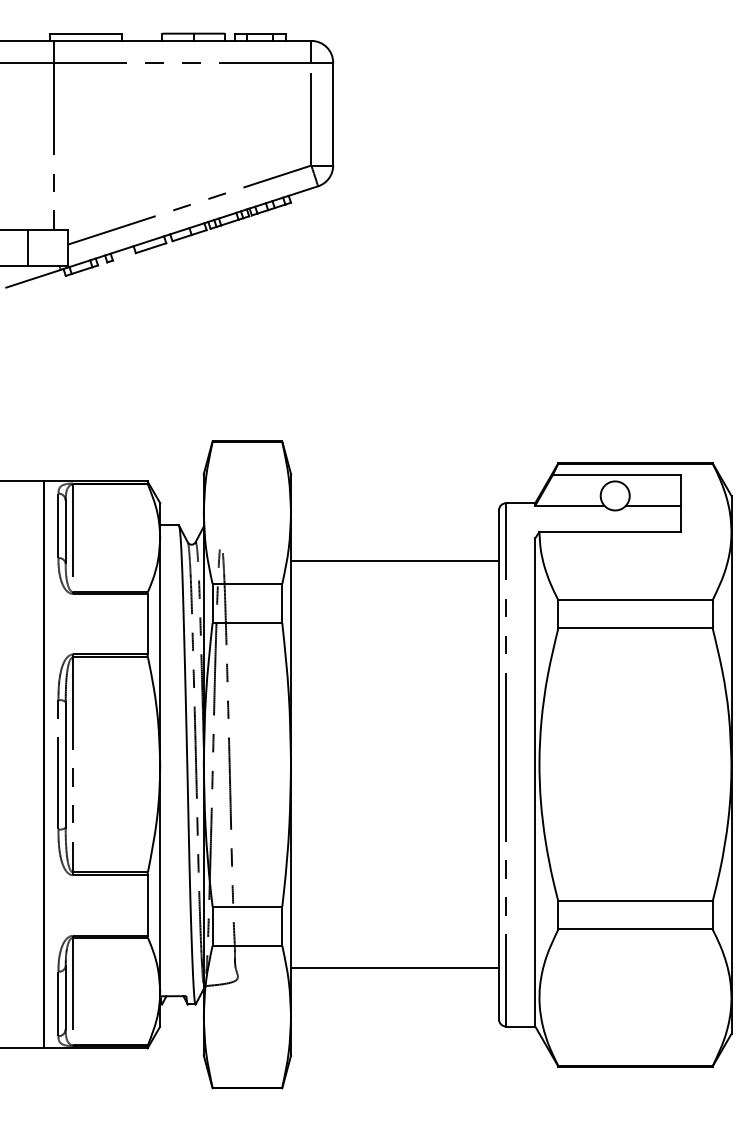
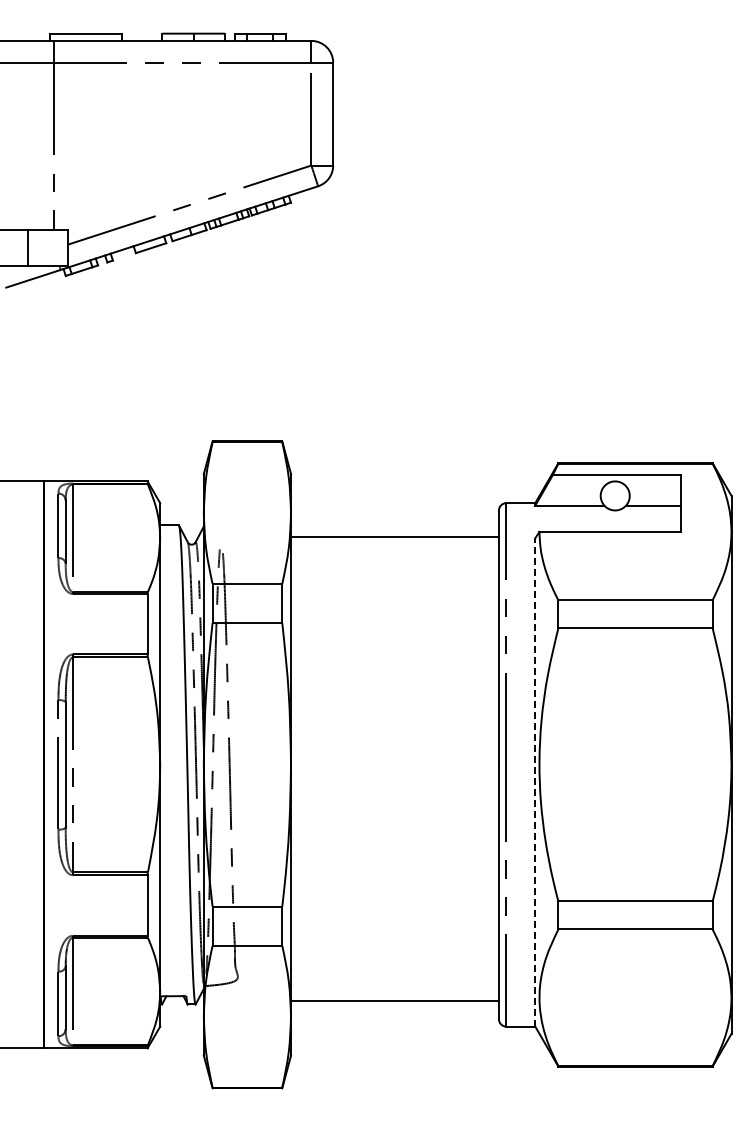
line at (394, 561) position: (394, 561) -> (394, 537)
line at (535, 781): solid -> dashed
line at (394, 968) position: (394, 968) -> (394, 1001)
